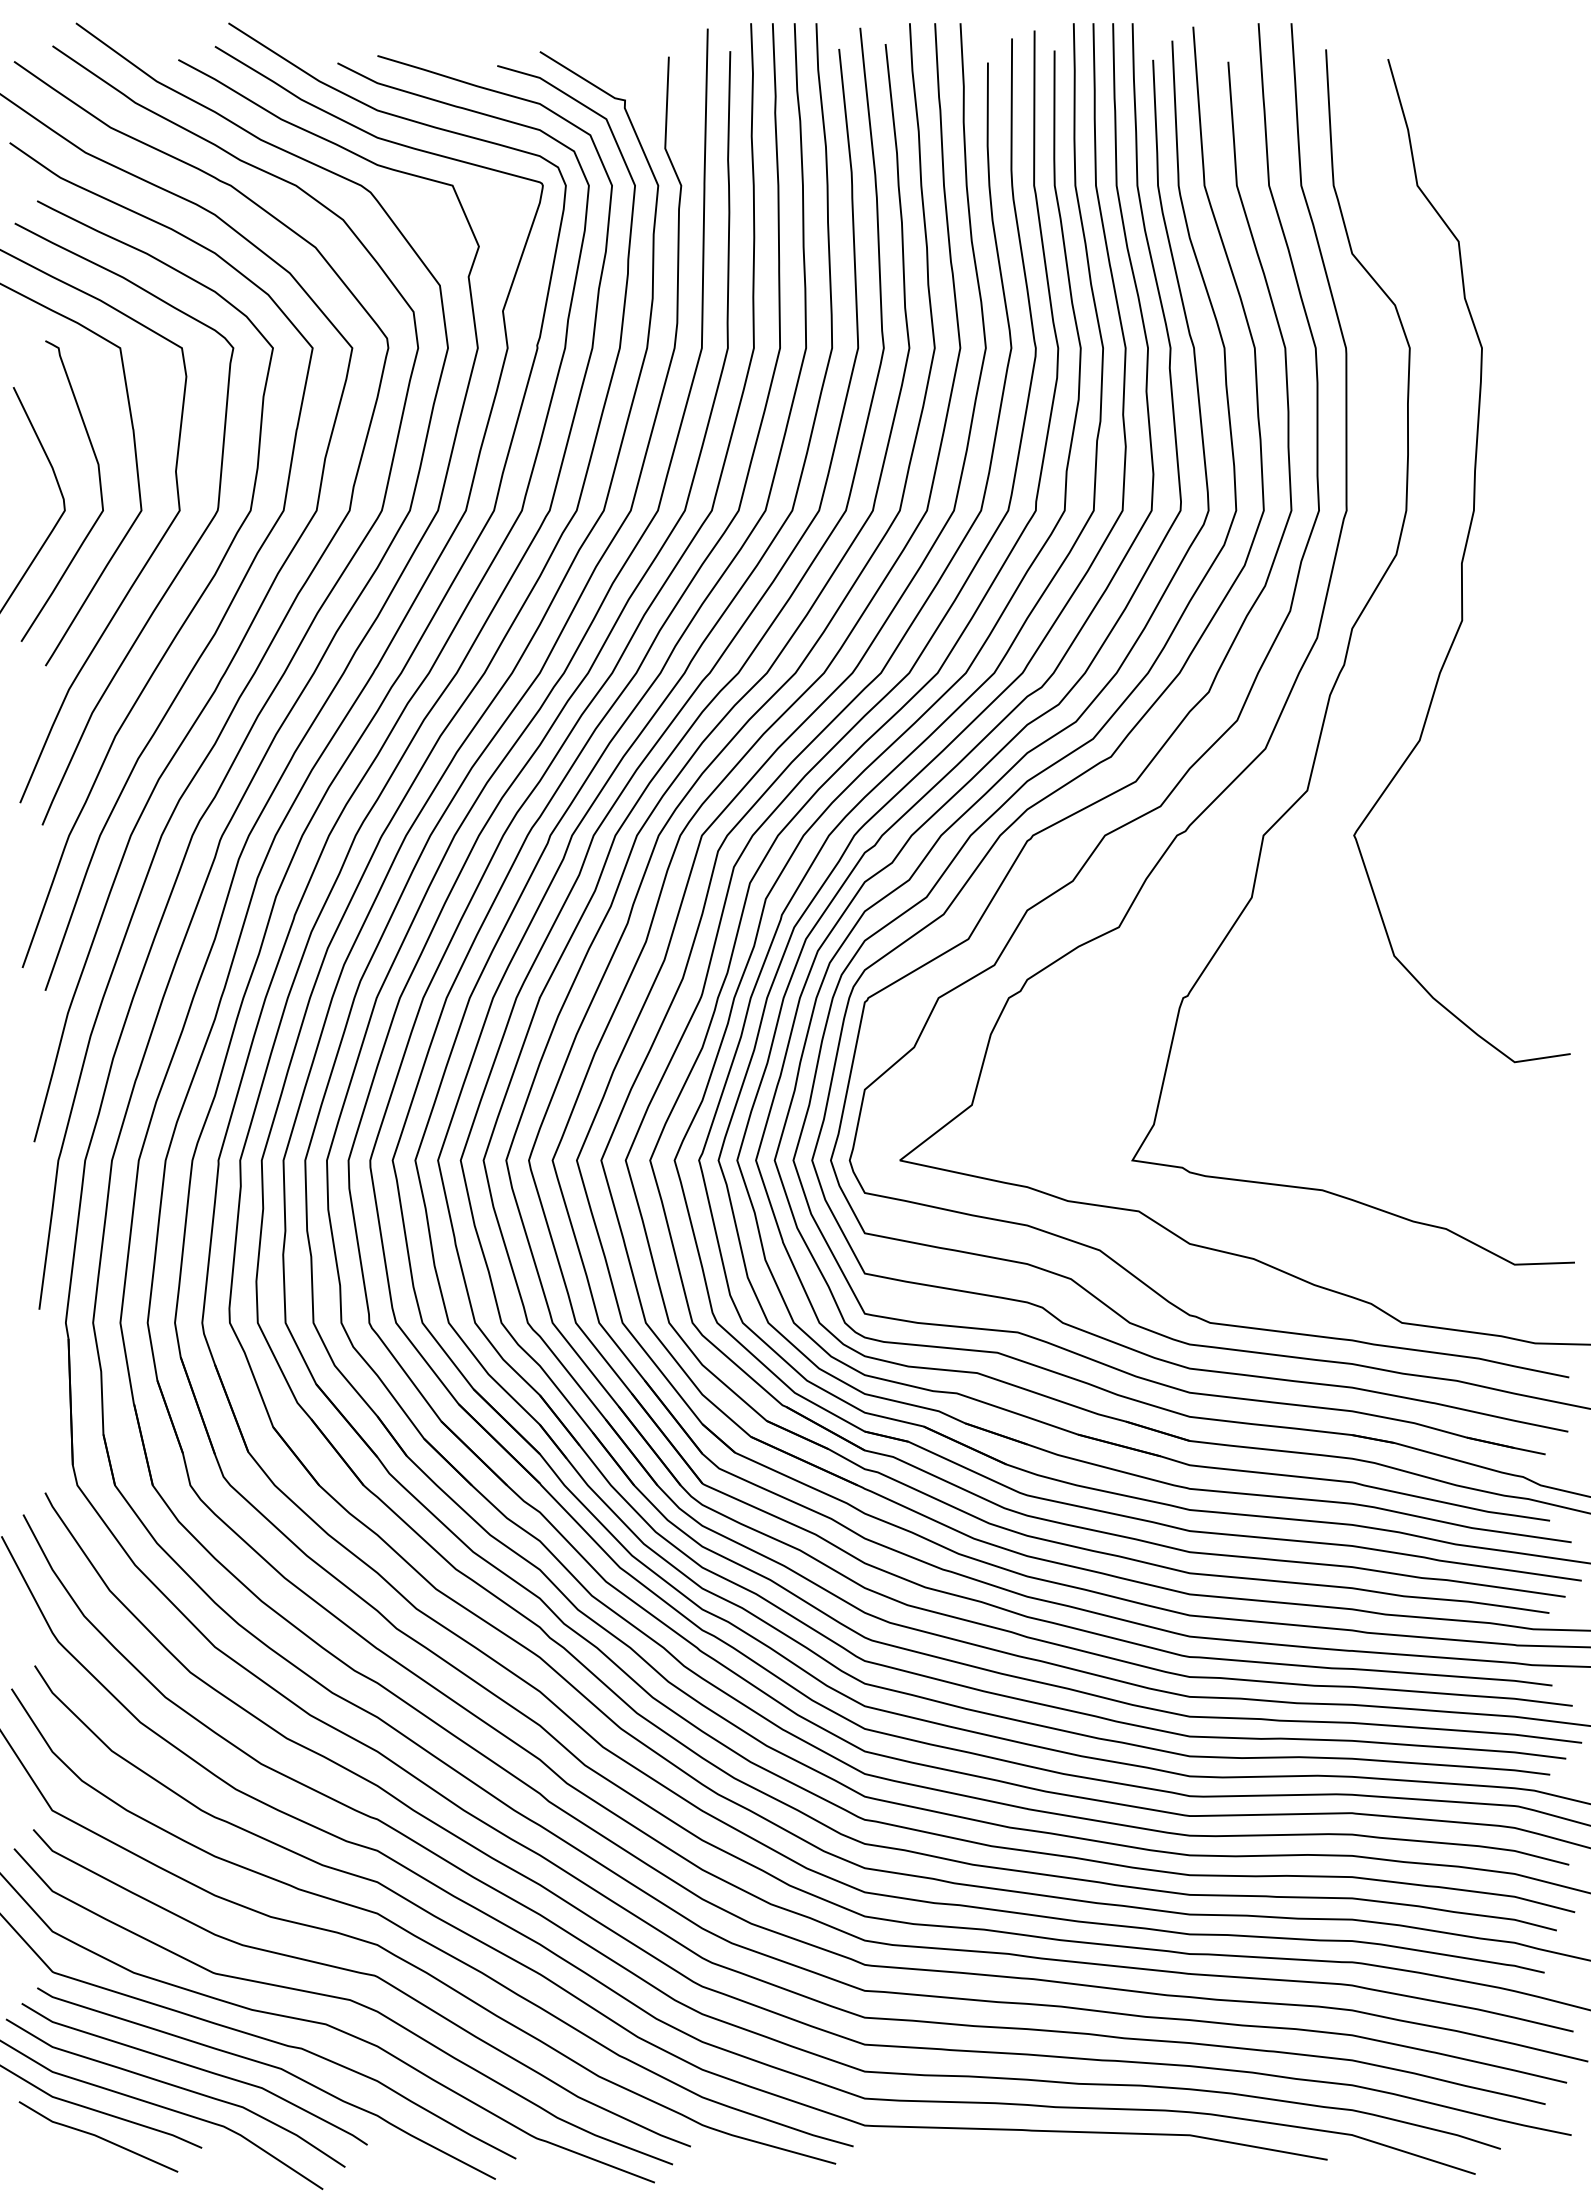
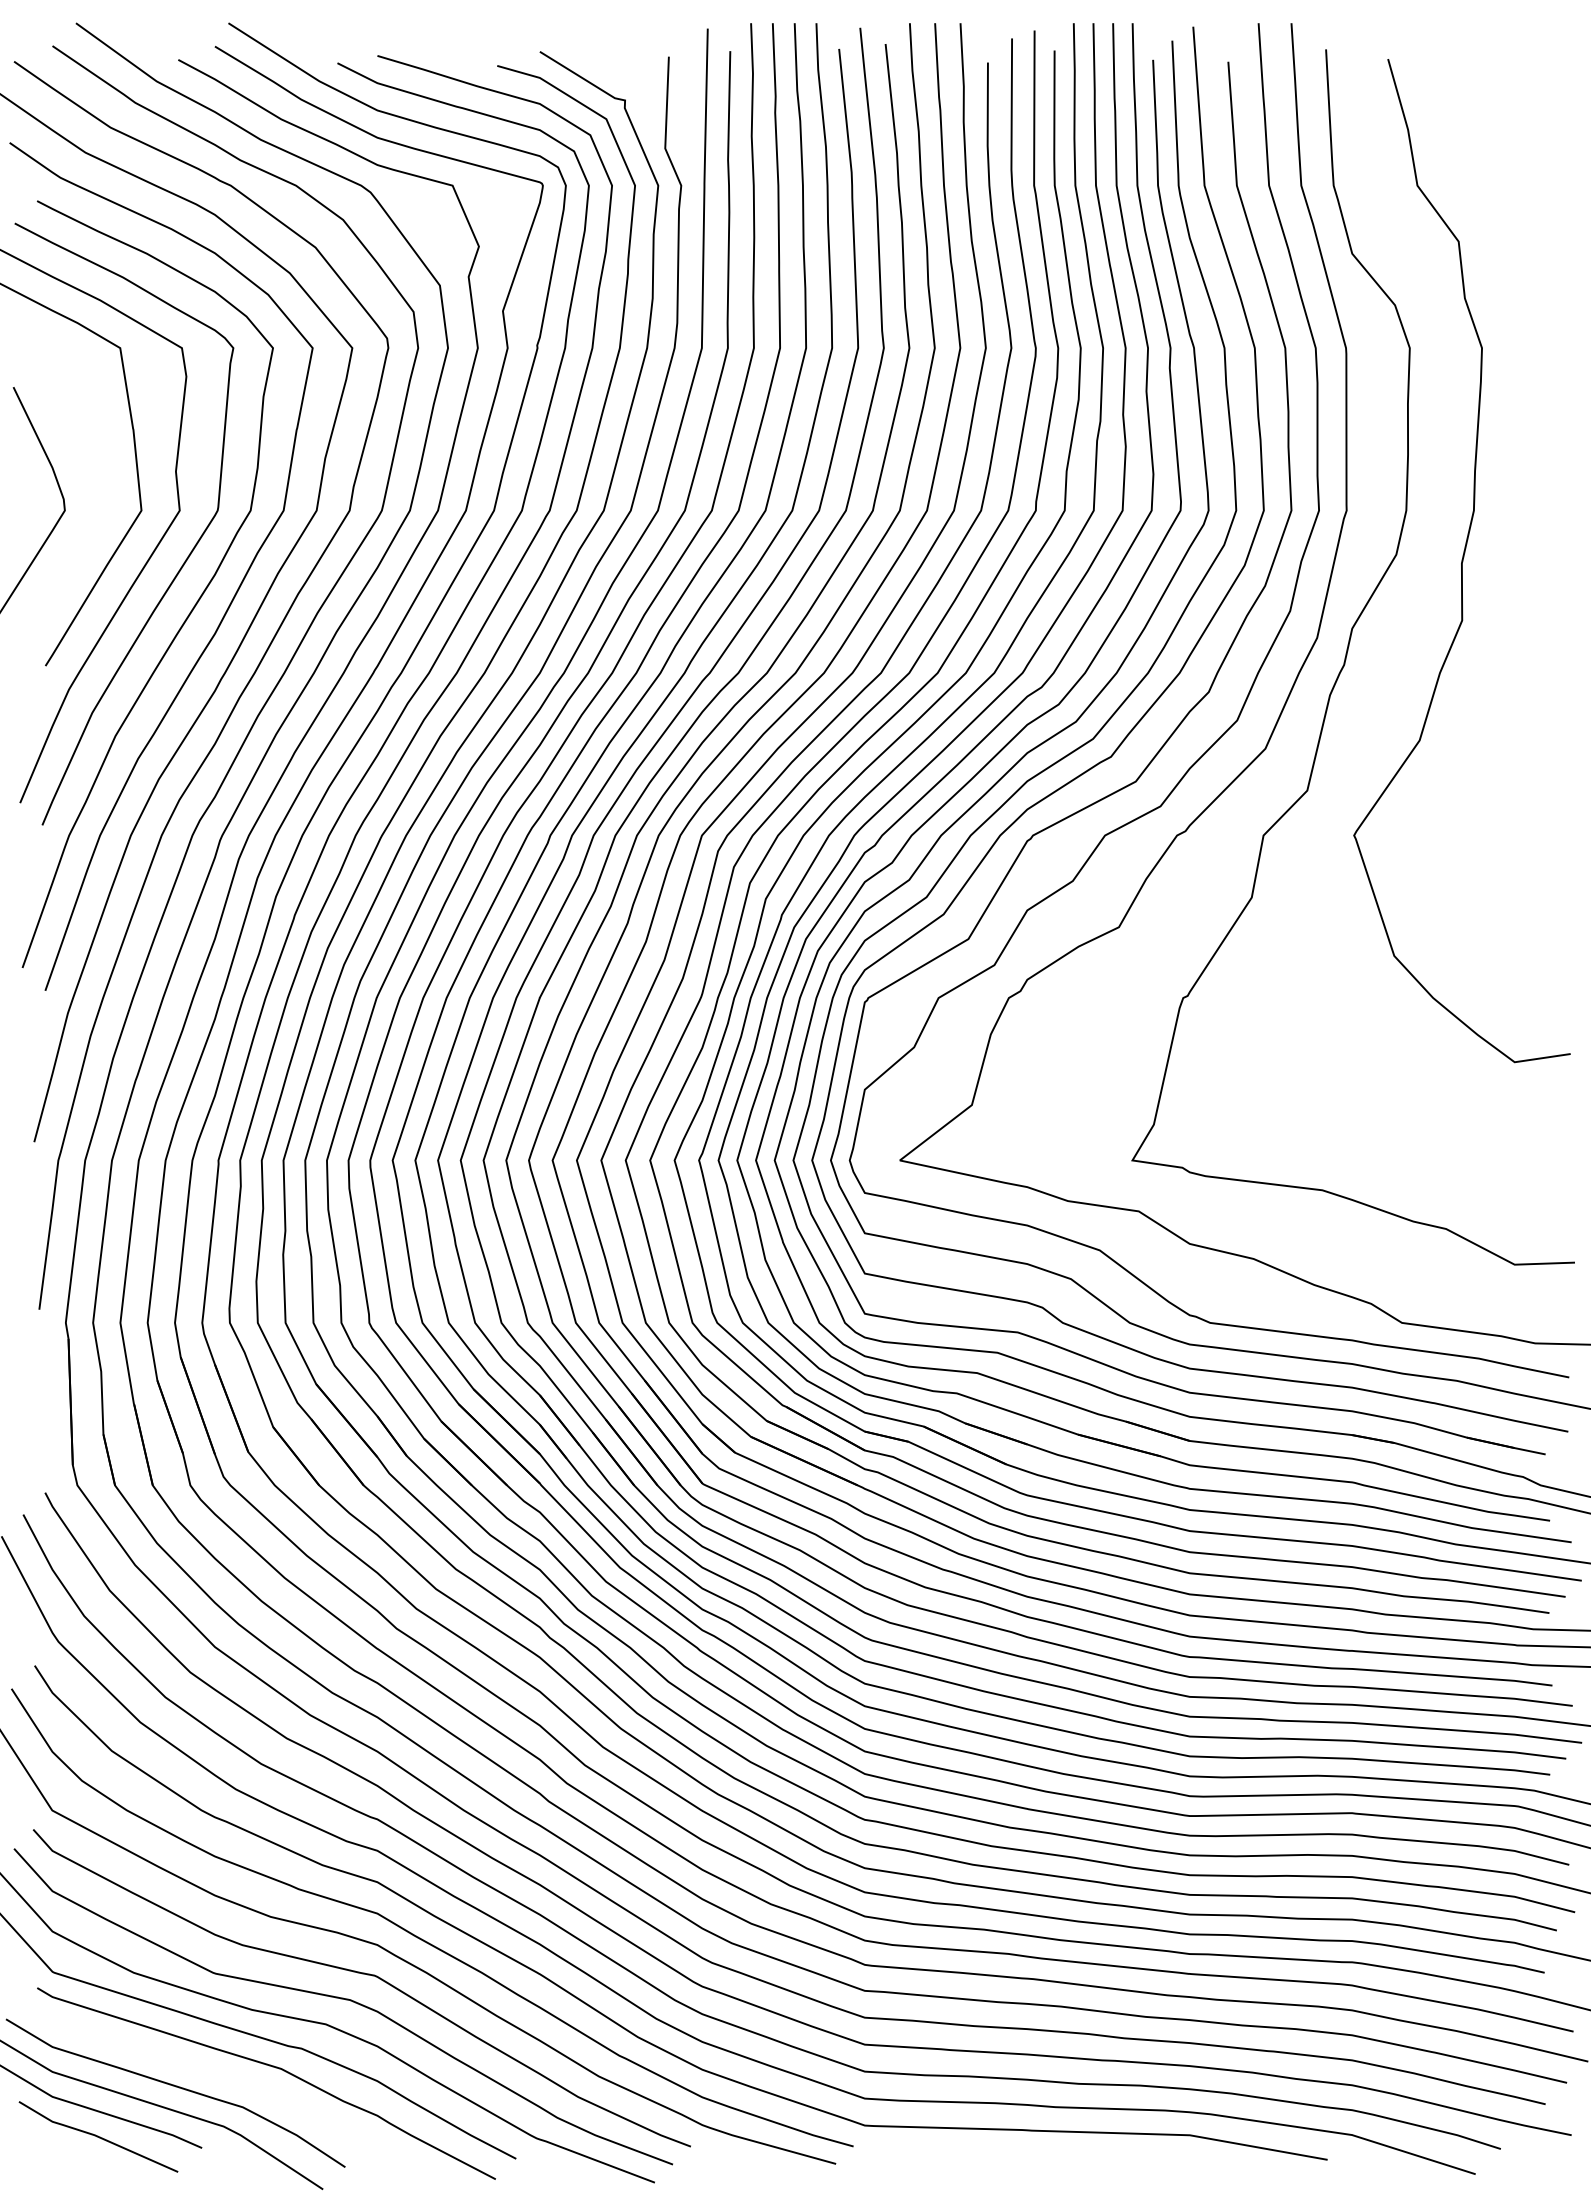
curve at (99, 487): present -> none
curve at (197, 2069): present -> none
